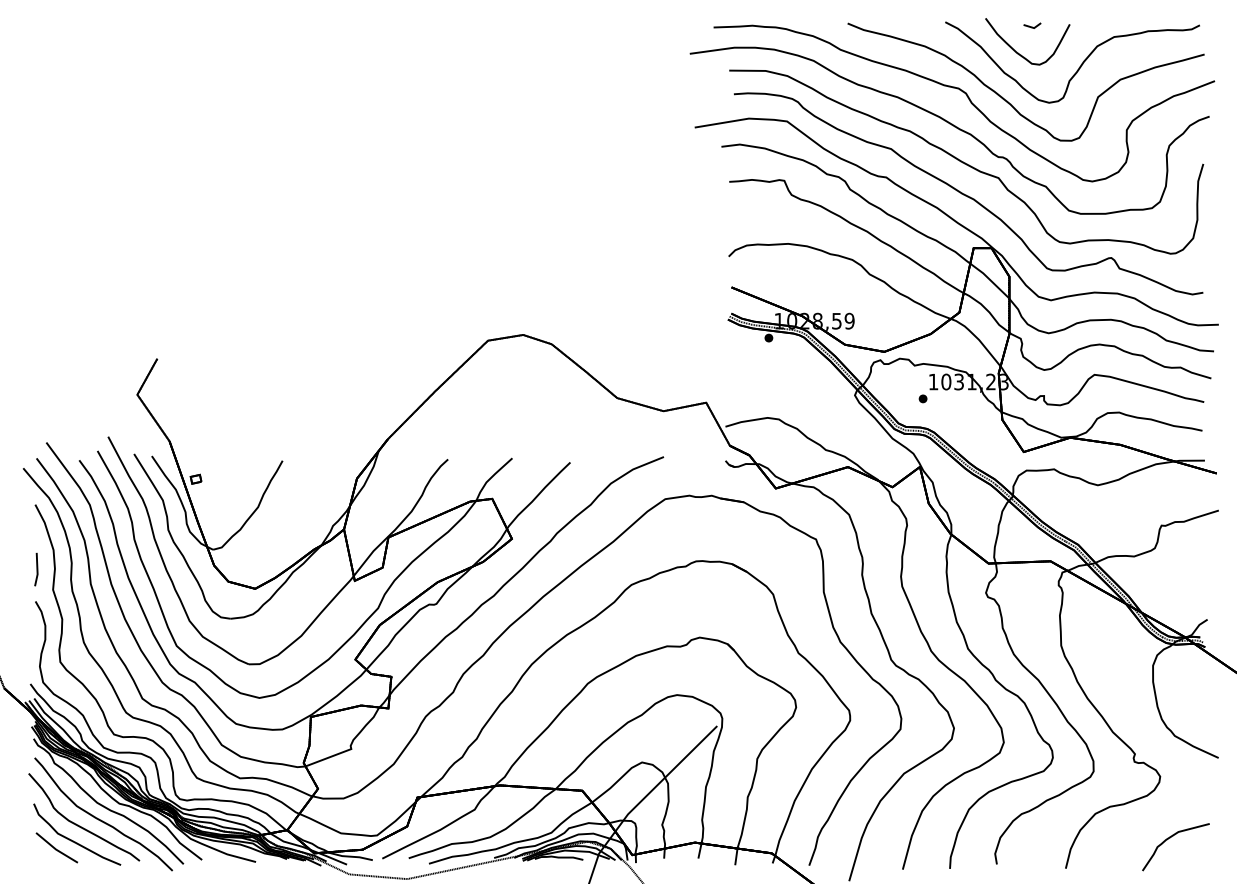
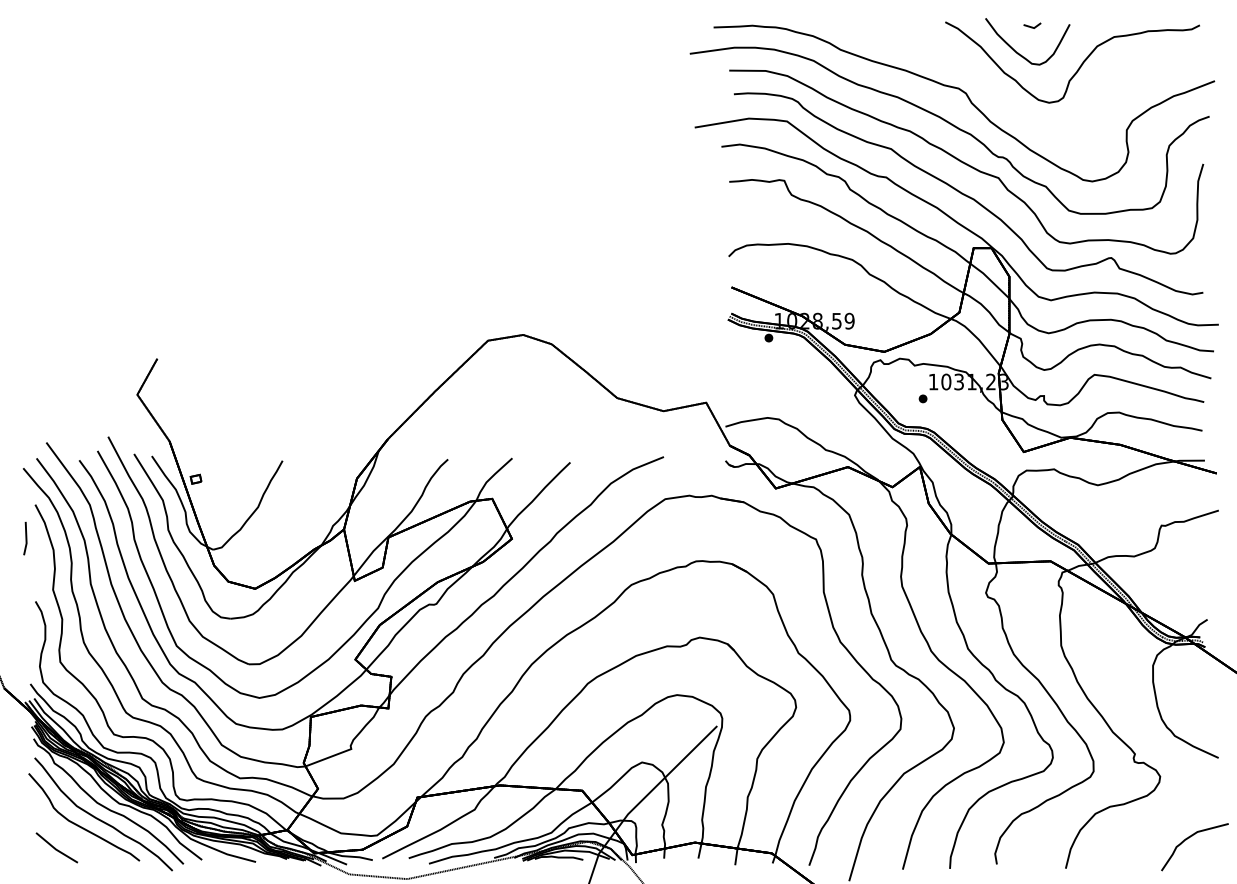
curve at (1007, 100): present -> none
line at (36, 569) position: (36, 569) -> (25, 538)
curve at (1170, 838) position: (1170, 838) -> (1189, 838)
part at (73, 840): present -> none
